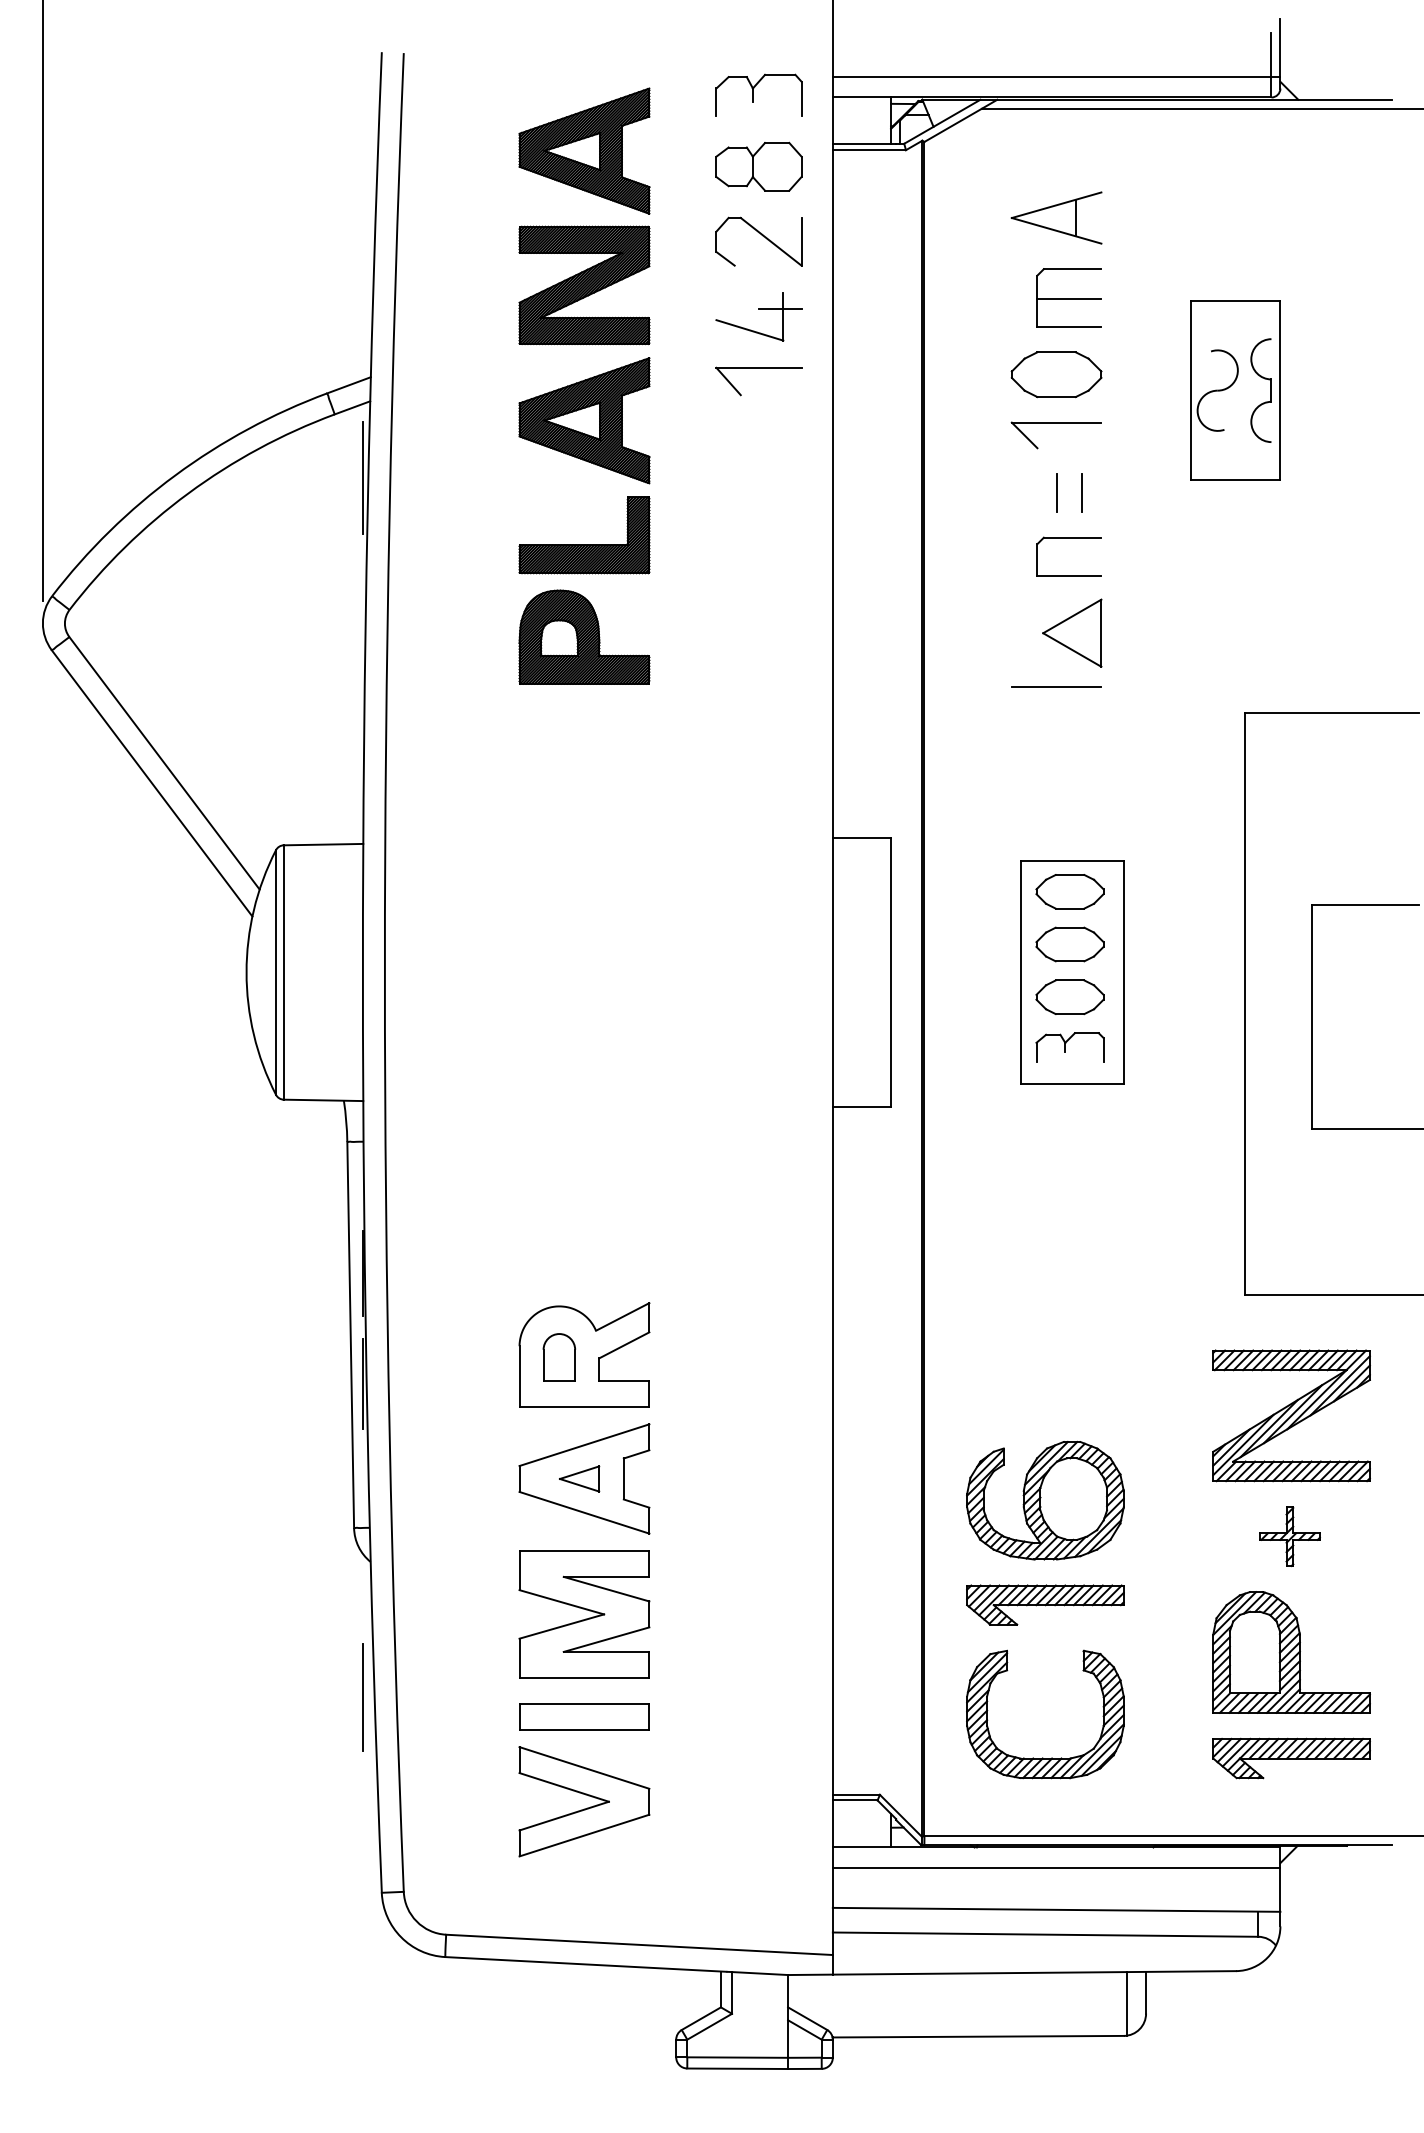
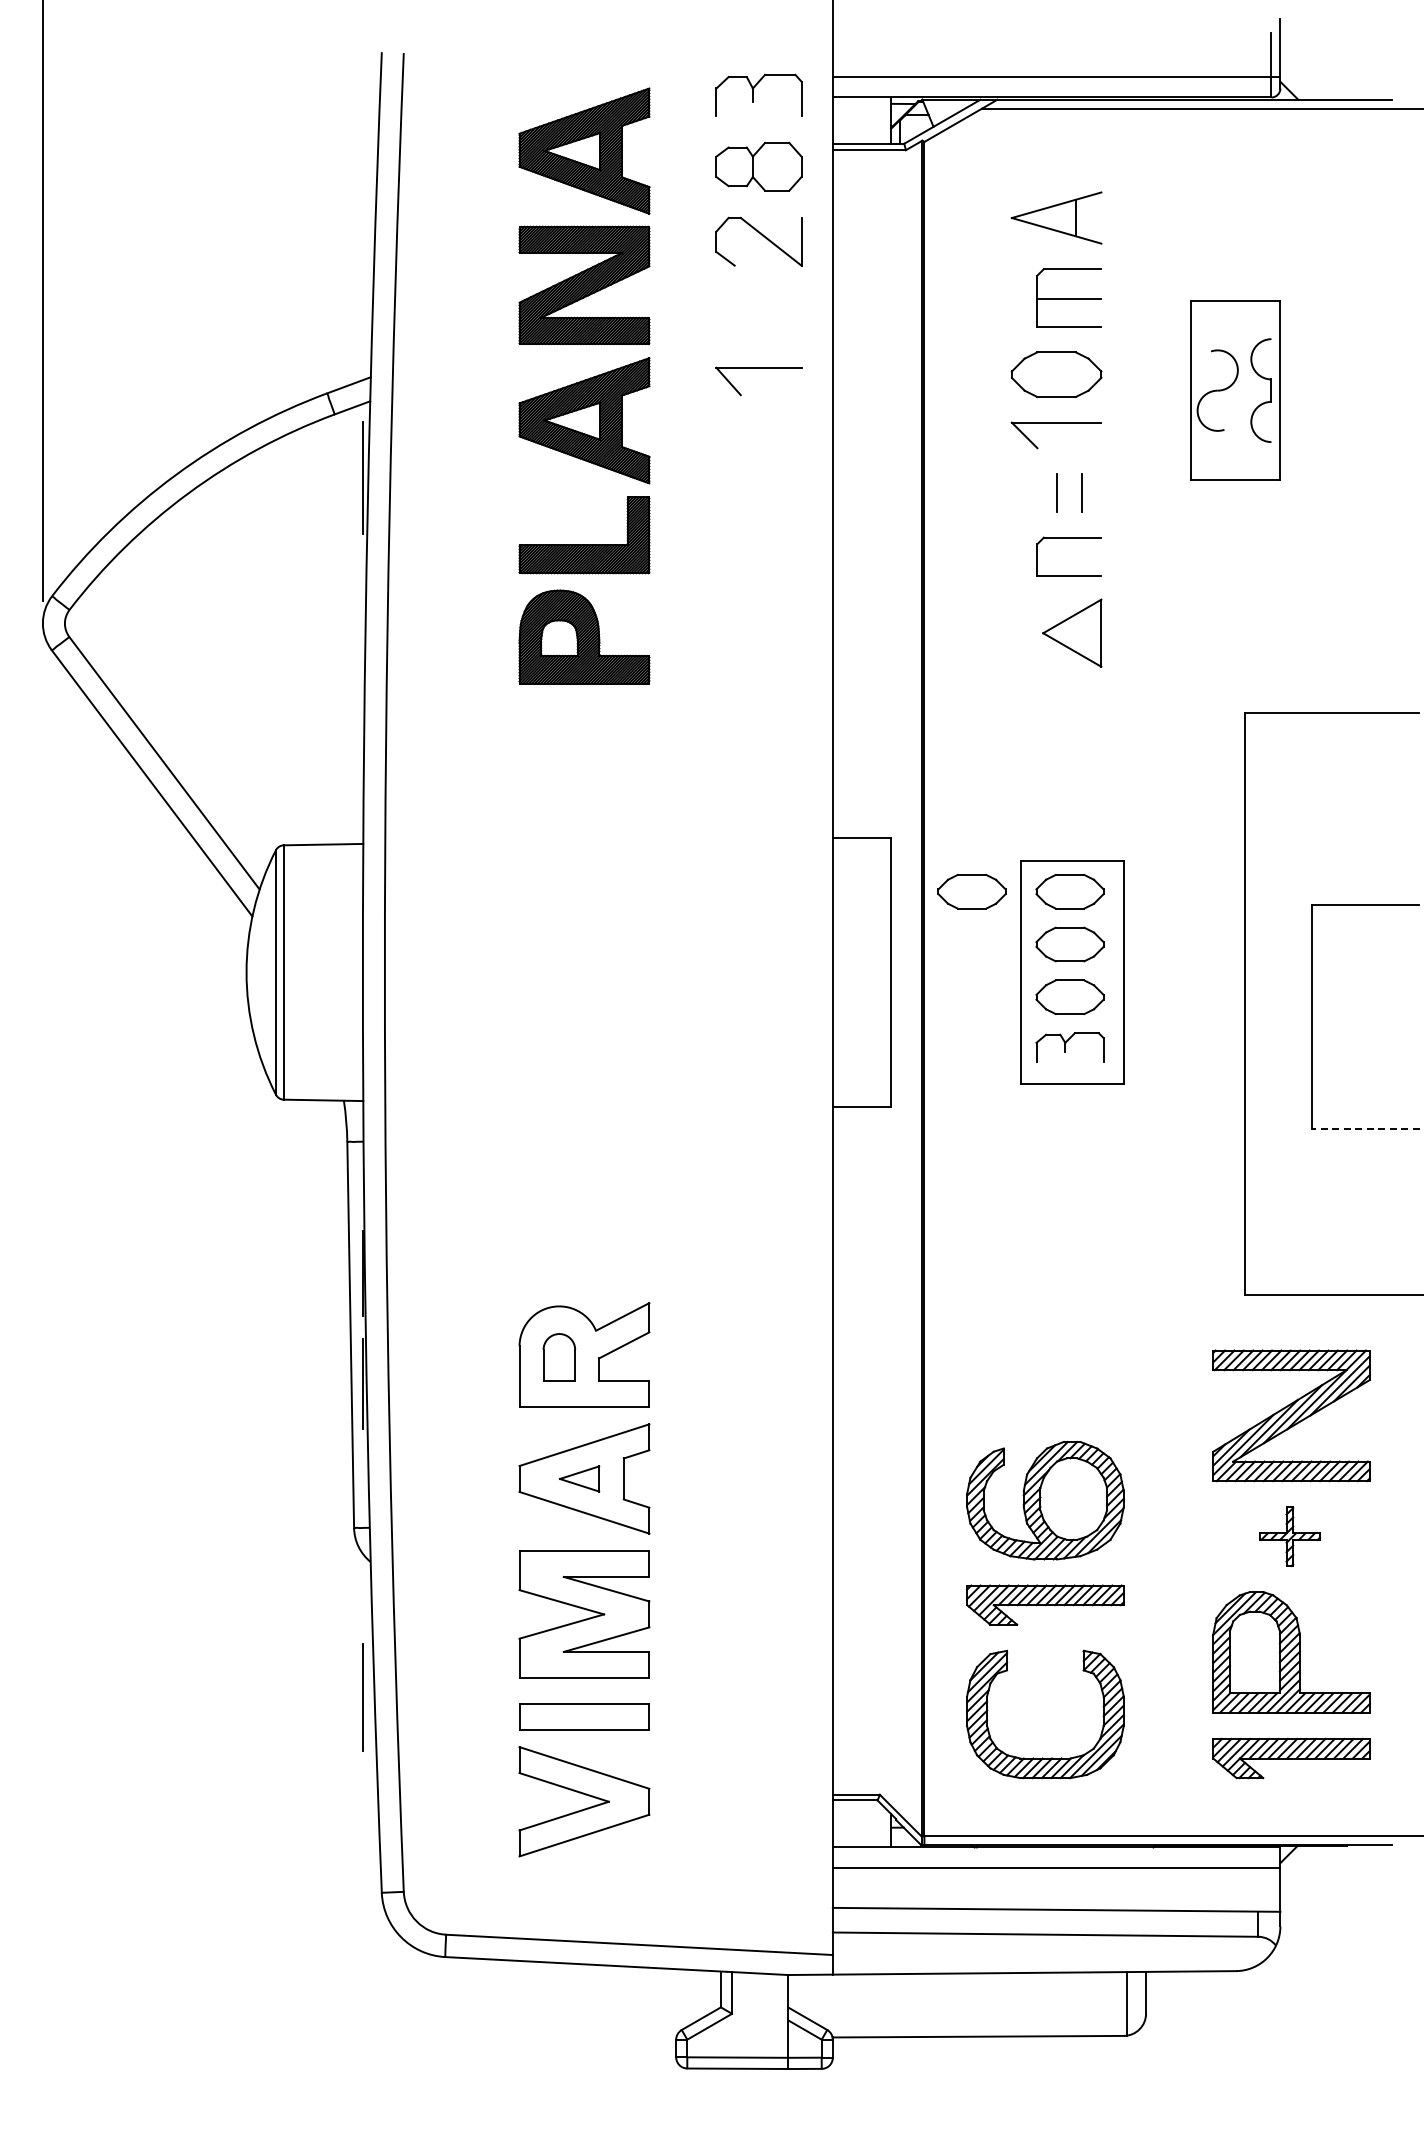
part at (758, 309): present -> none
line at (1056, 686): present -> none
part at (971, 891): none -> present
line at (1367, 1129): solid -> dashed
